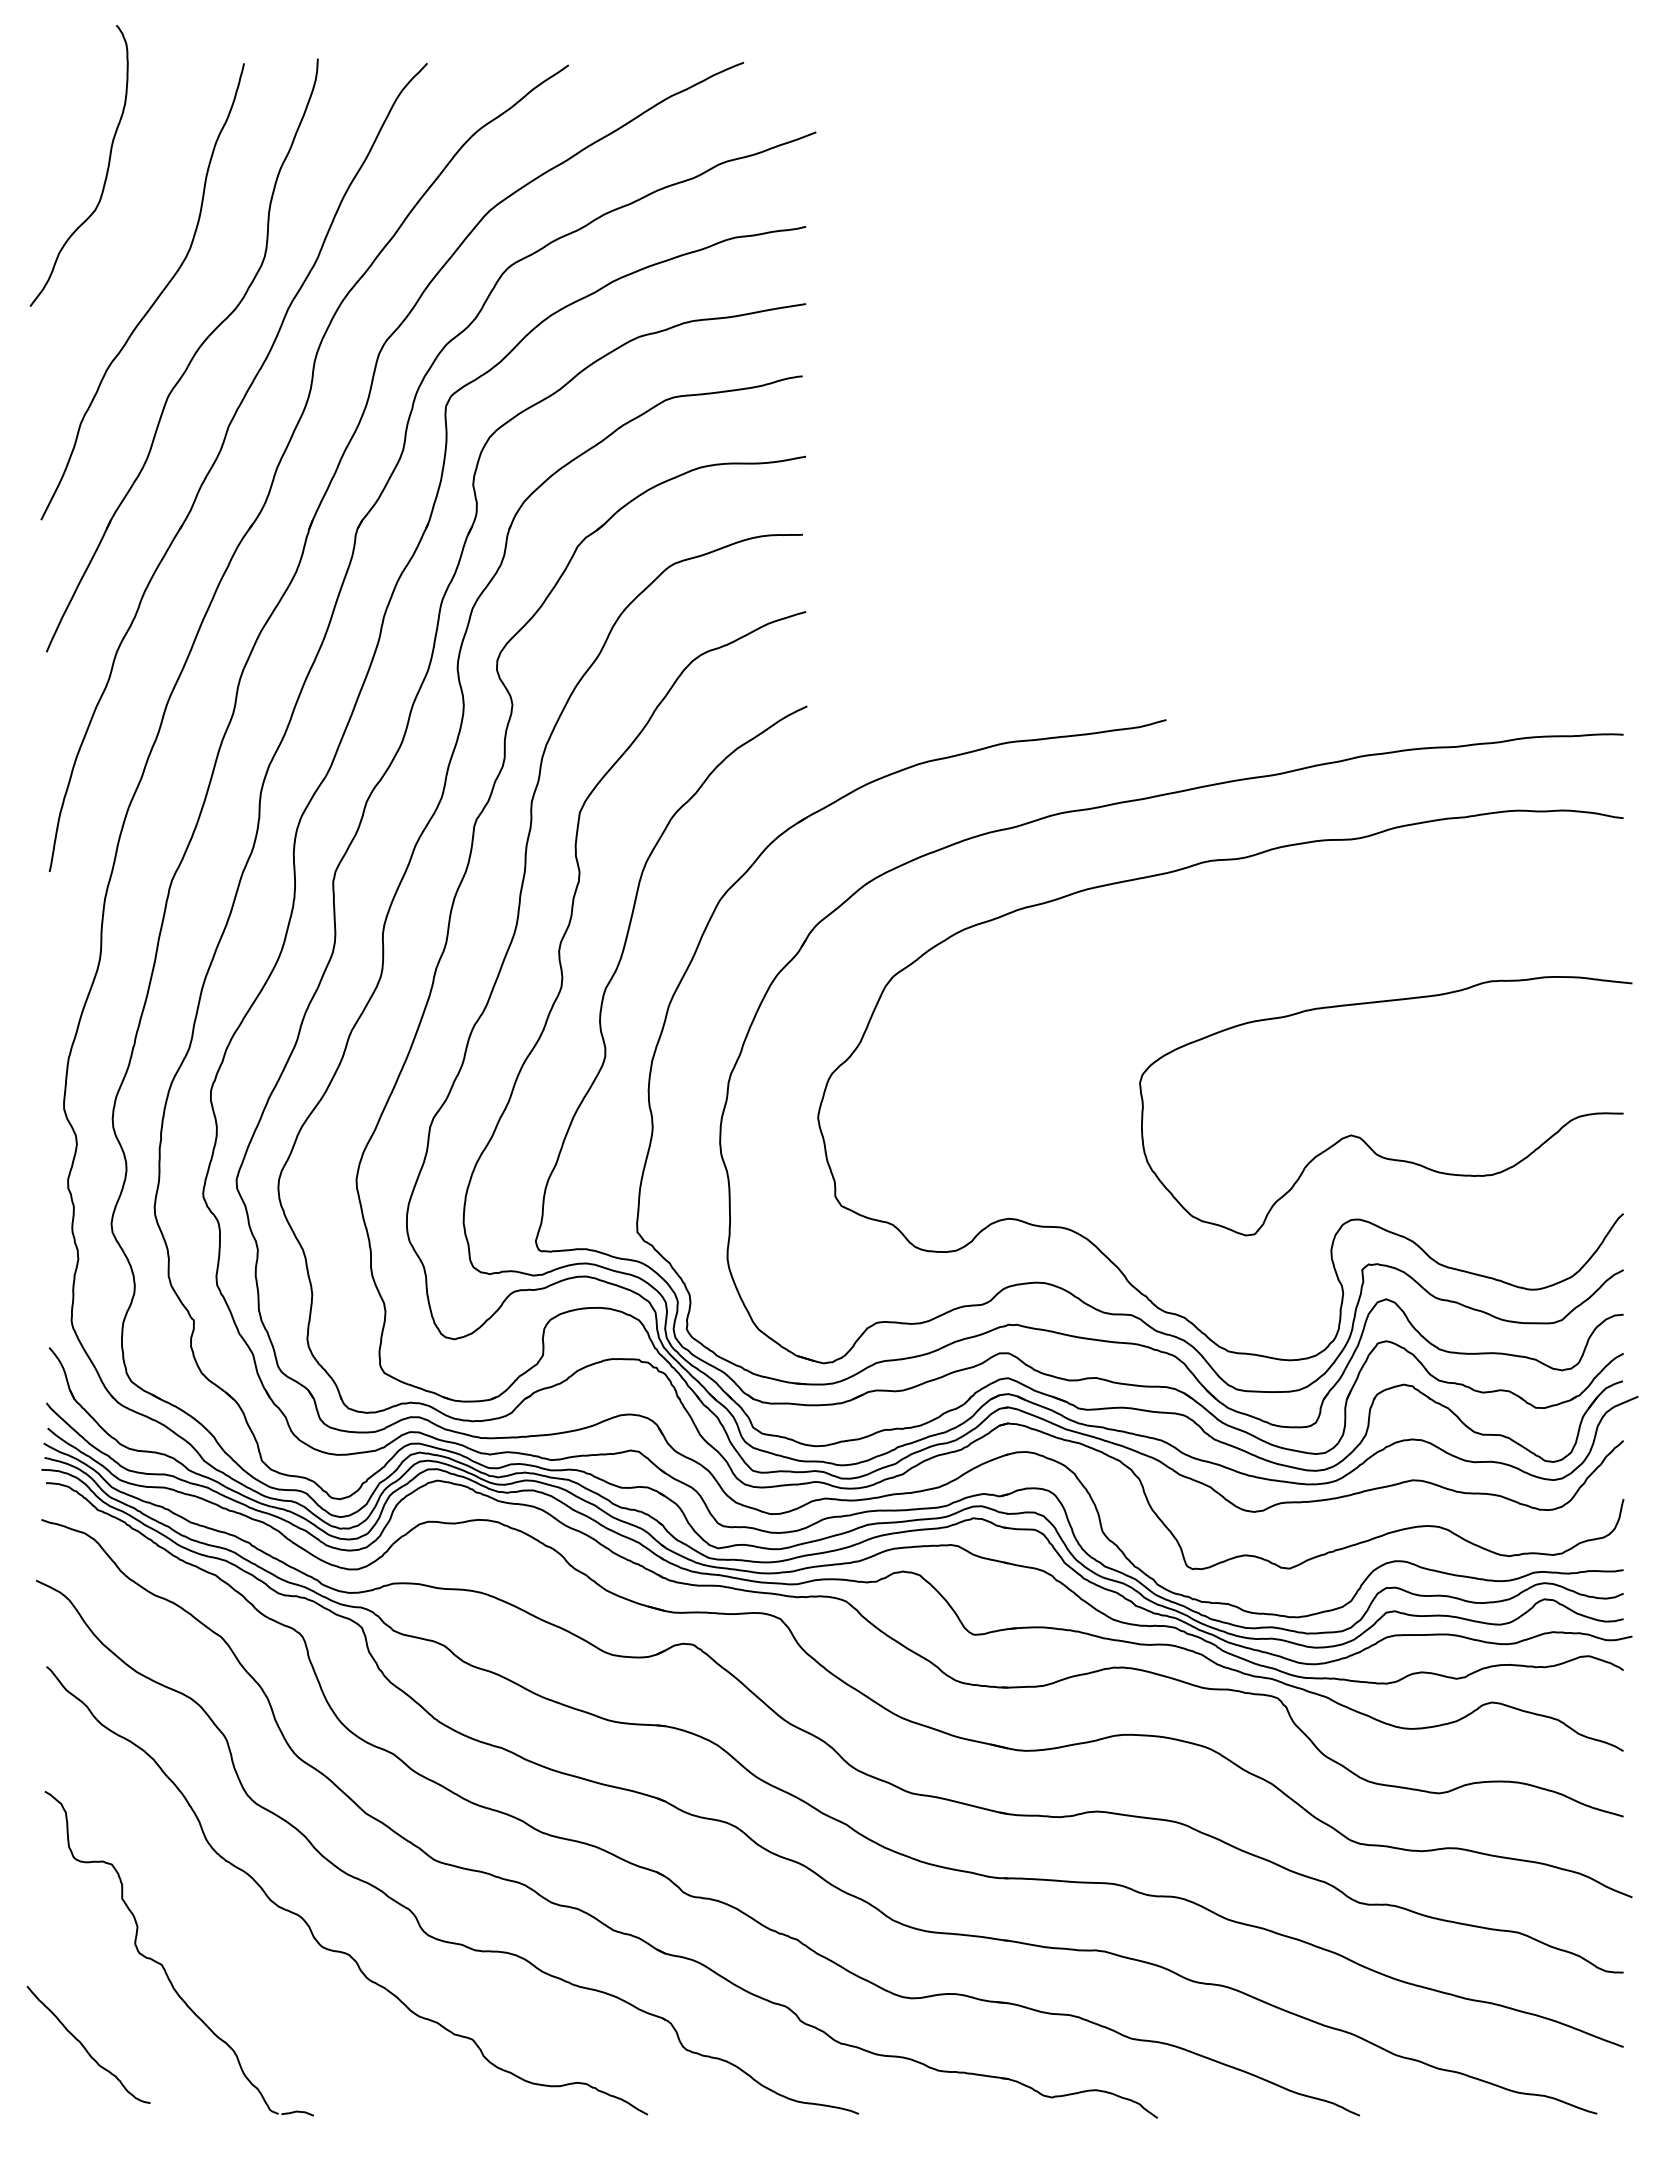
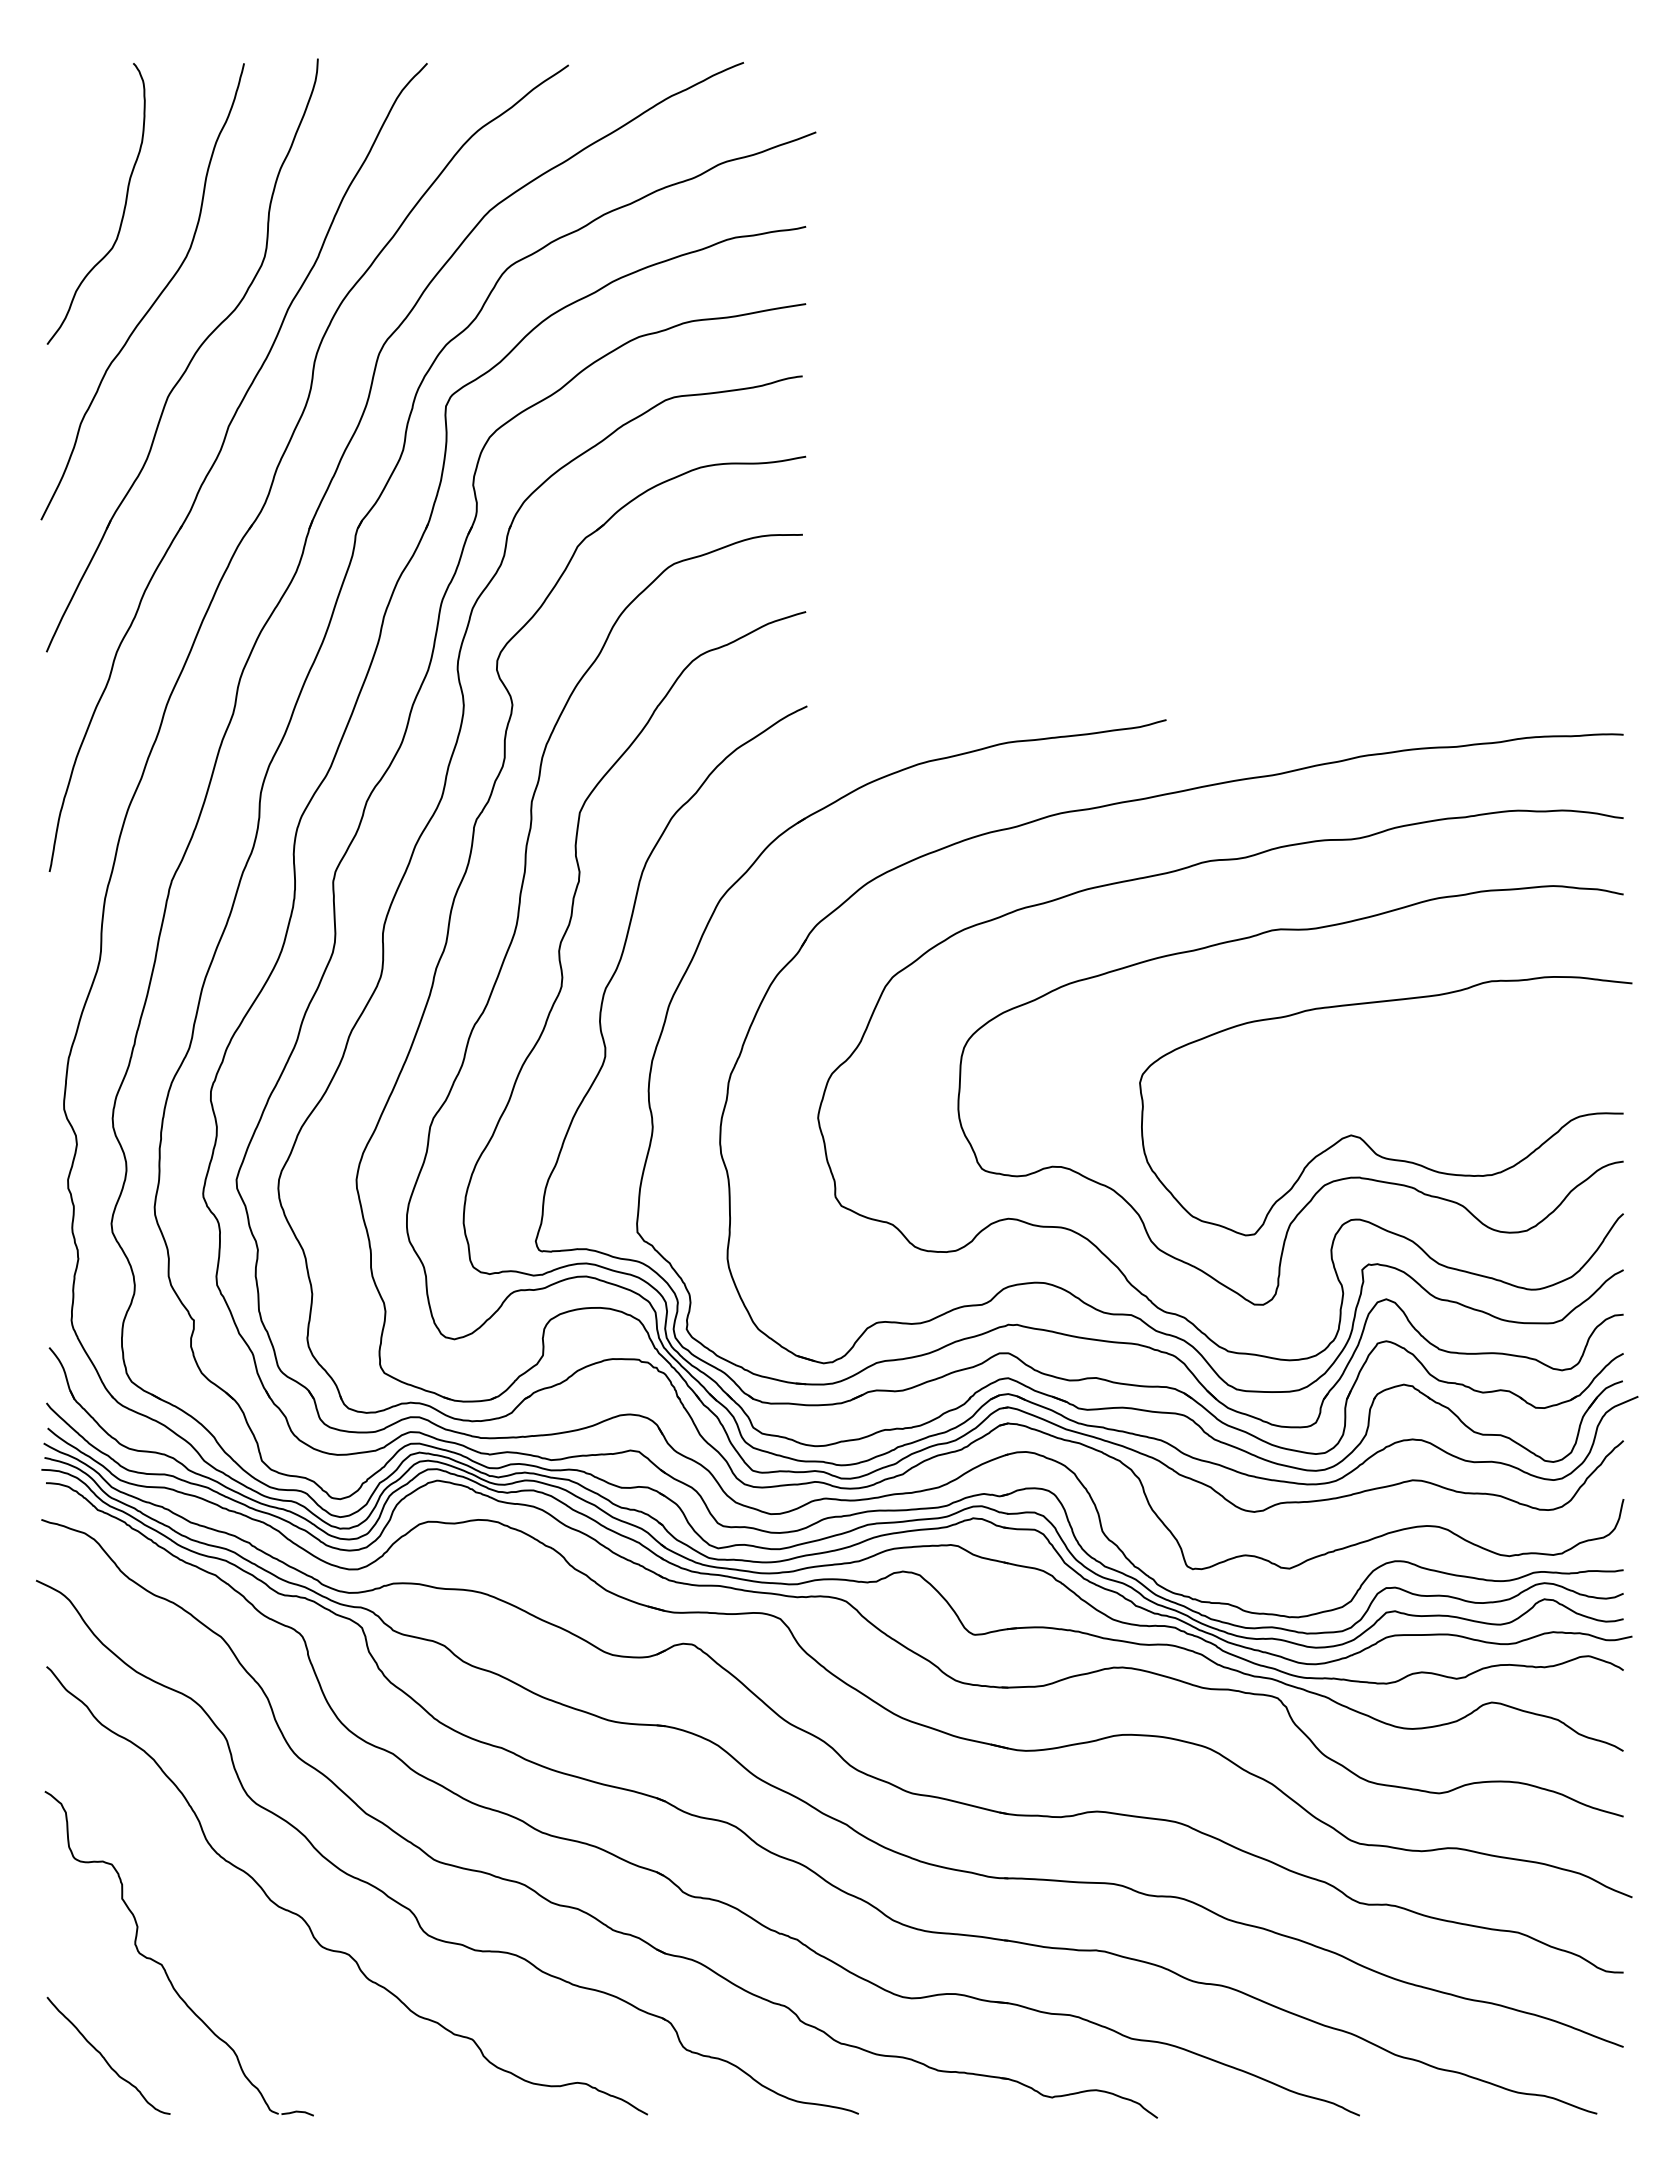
curve at (106, 170) position: (106, 170) -> (123, 208)
curve at (1332, 1180): none -> present
curve at (85, 2047) position: (85, 2047) -> (105, 2058)
